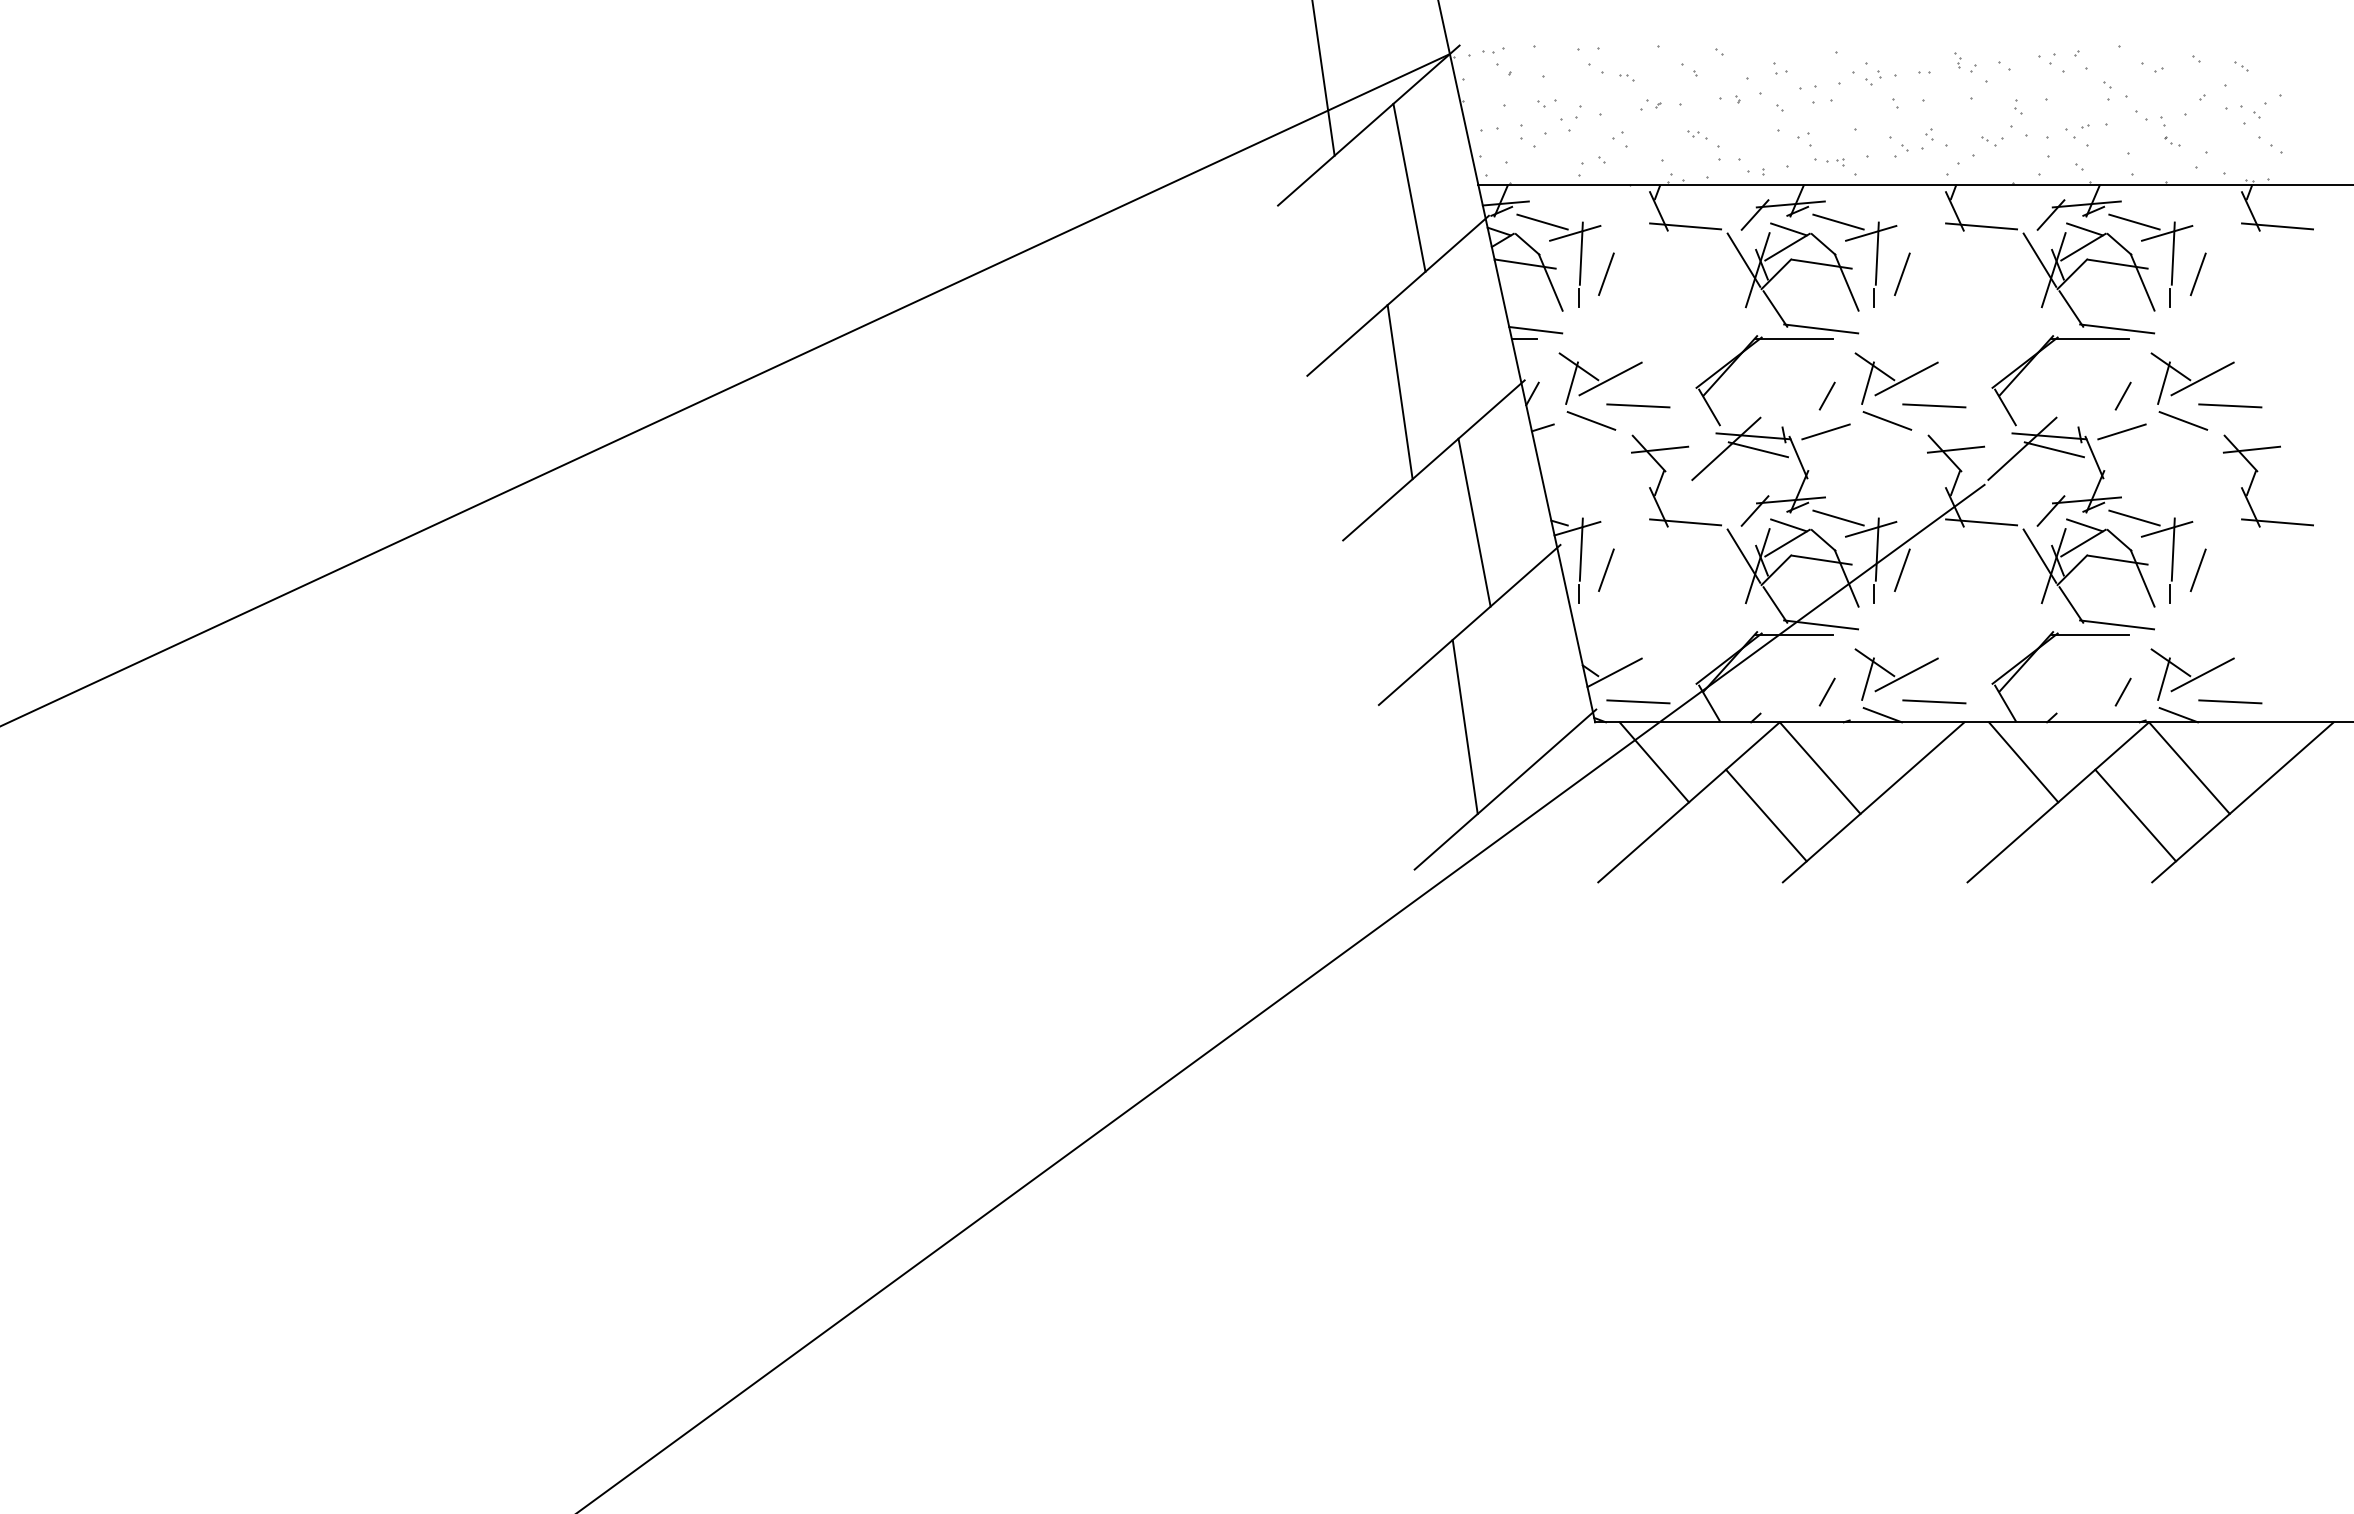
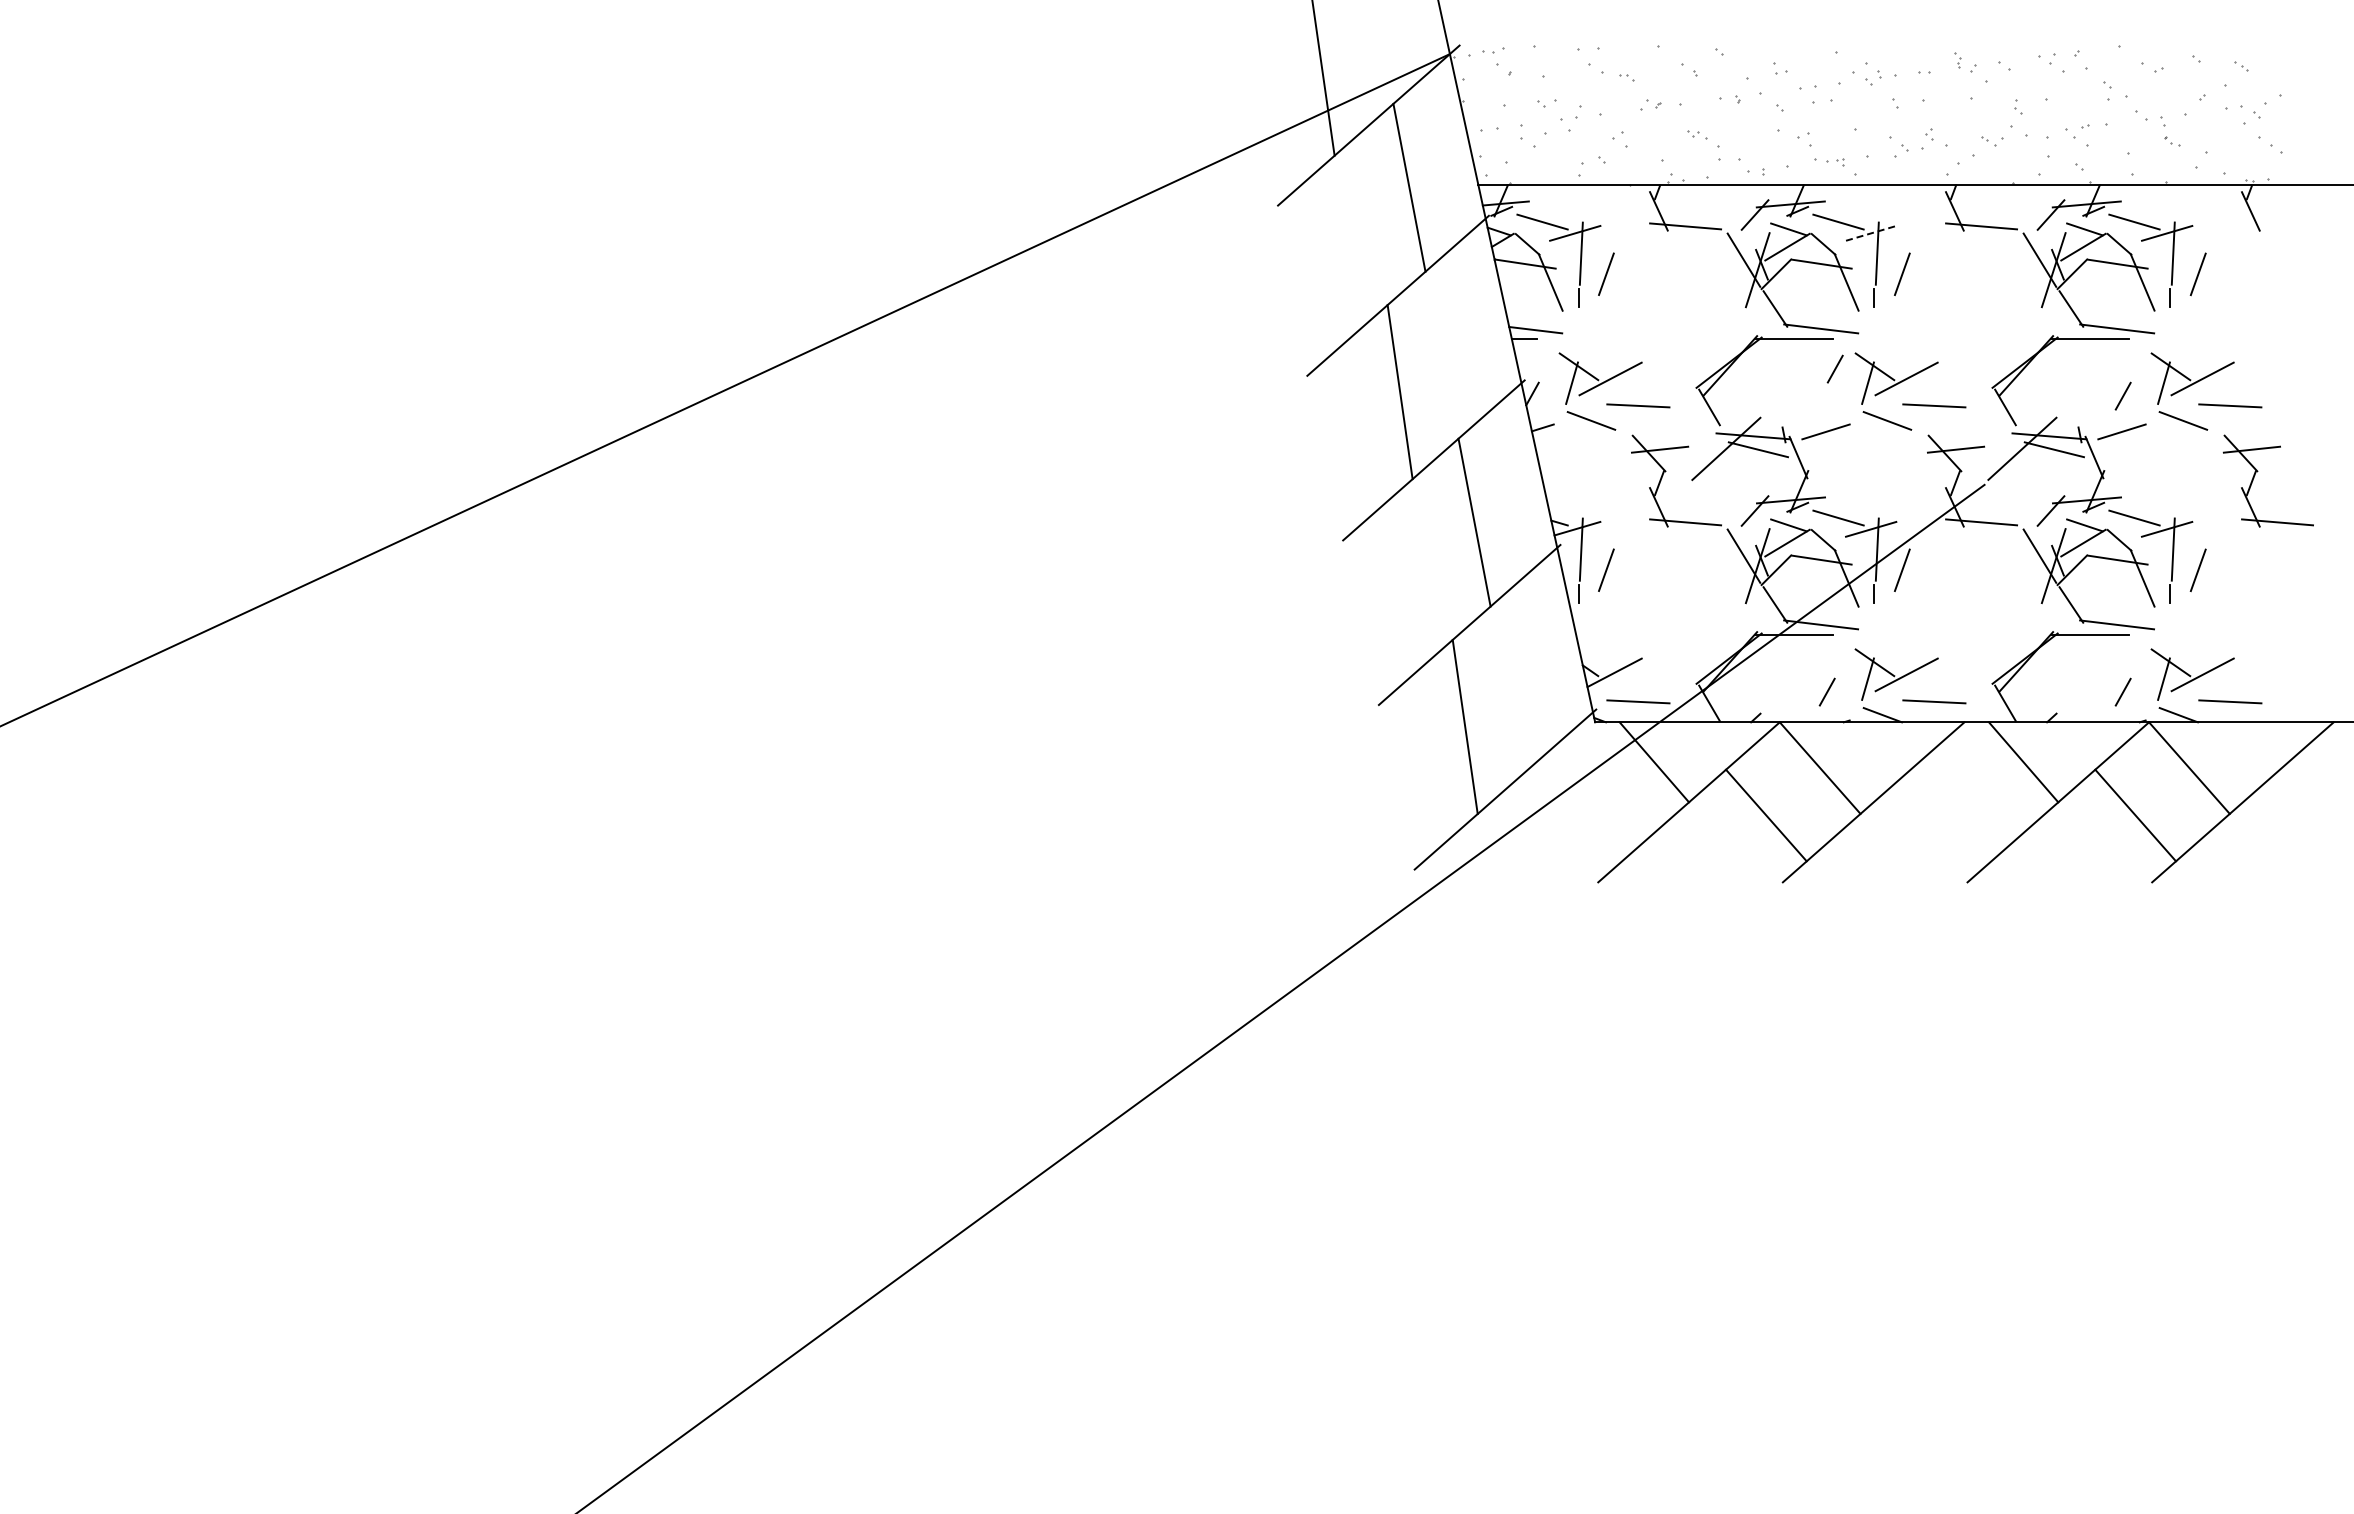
line at (2277, 226): present -> none
line at (1871, 233): solid -> dashed
line at (1826, 395) position: (1826, 395) -> (1834, 368)
